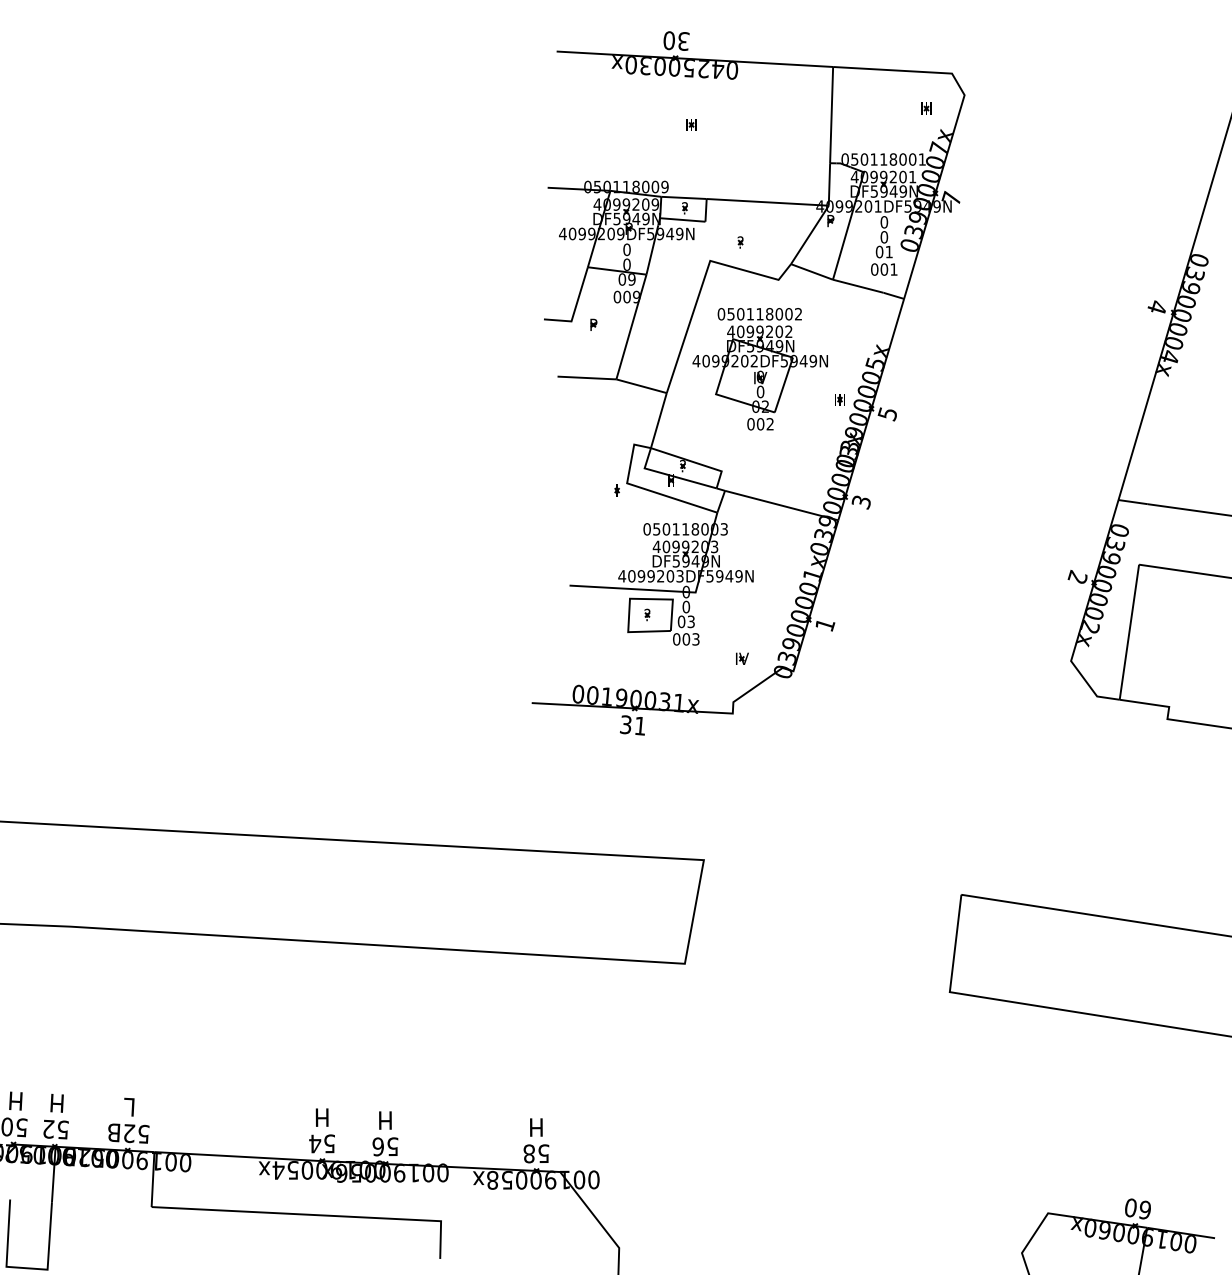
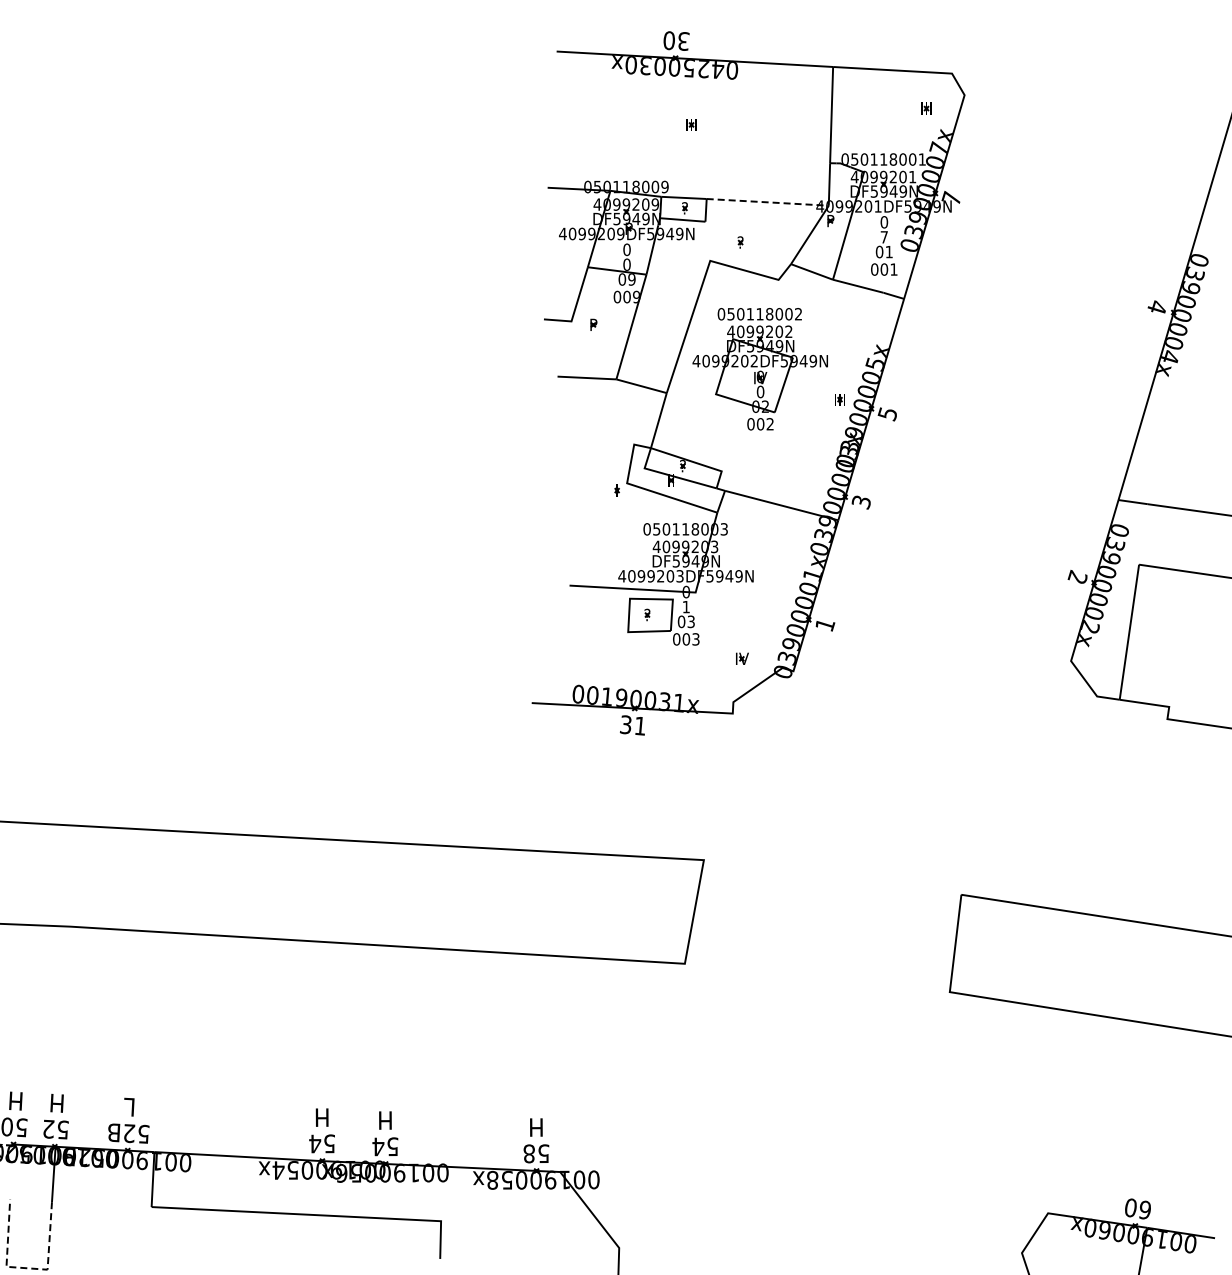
line at (768, 202): solid -> dashed
text at (884, 237): 0 -> 7
text at (686, 606): 0 -> 1
text at (378, 1146): 56 -> 54
line at (27, 1268): solid -> dashed
